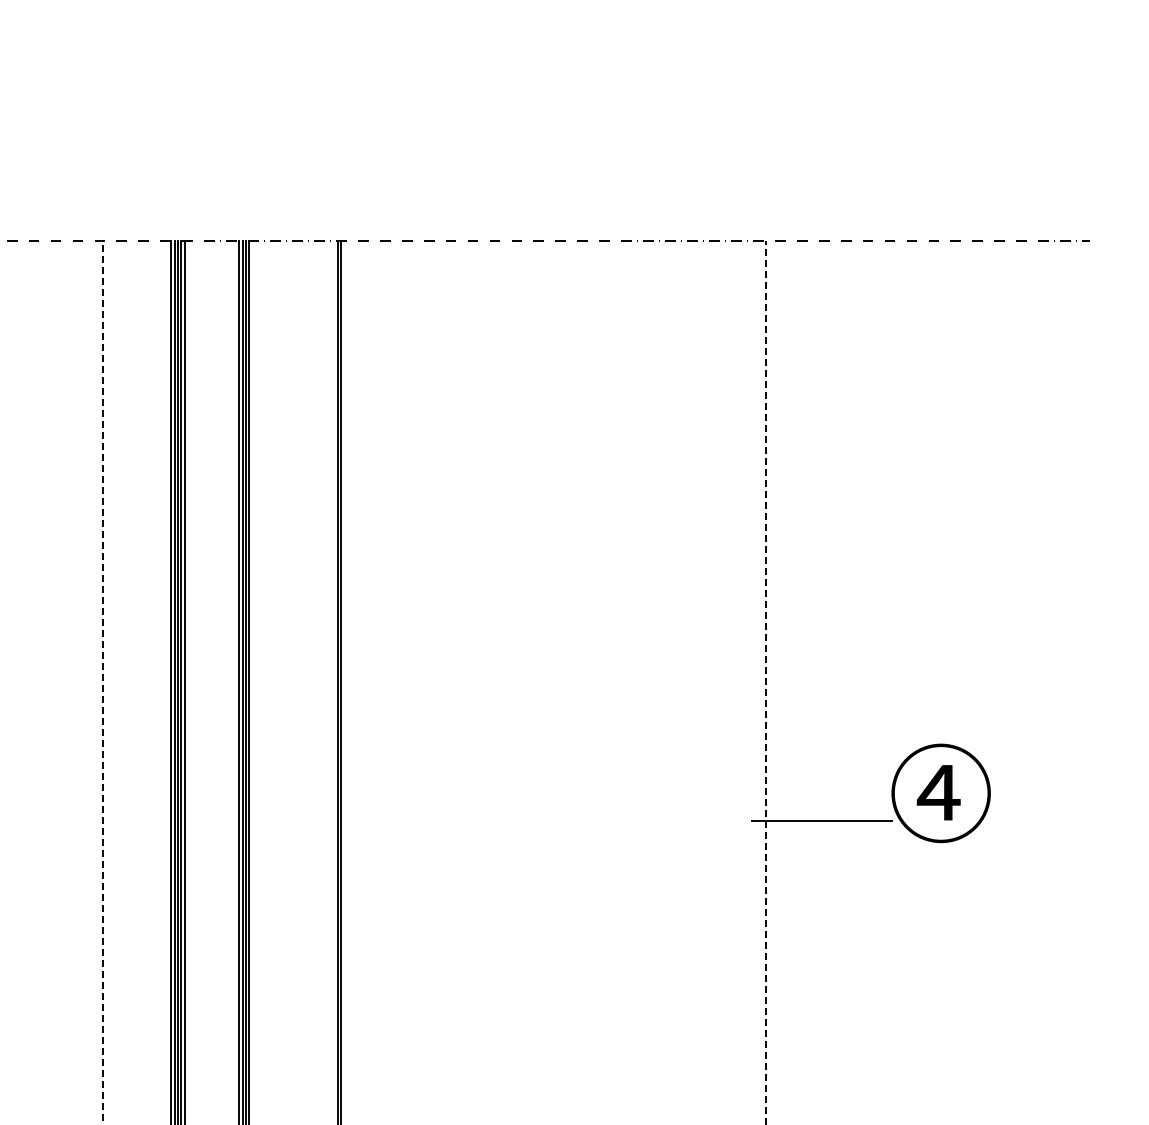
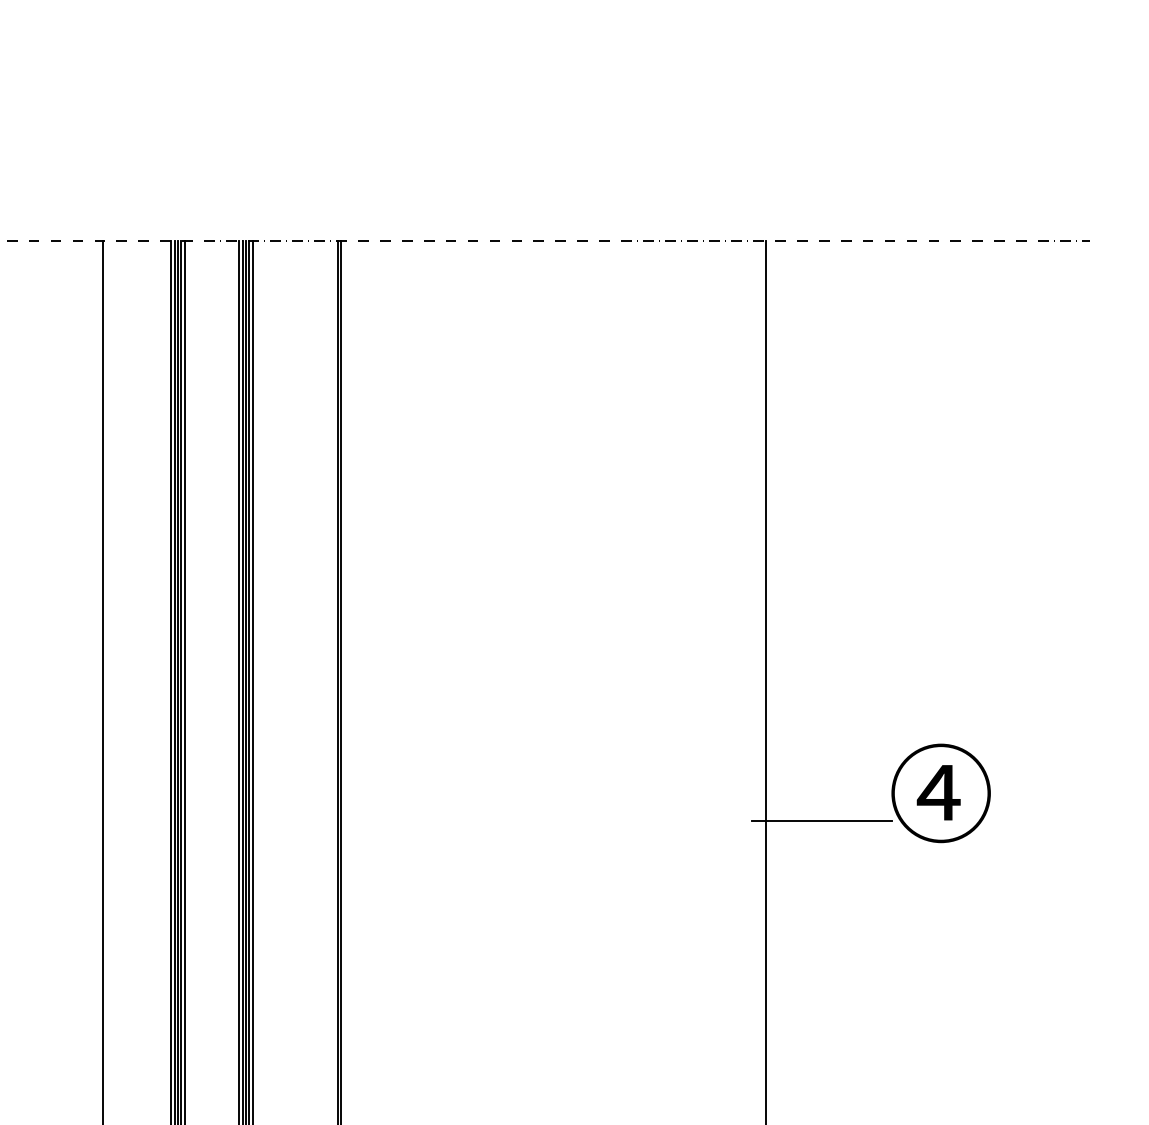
line at (252, 681): none -> present
line at (103, 682): dashed -> solid
line at (766, 682): dashed -> solid
